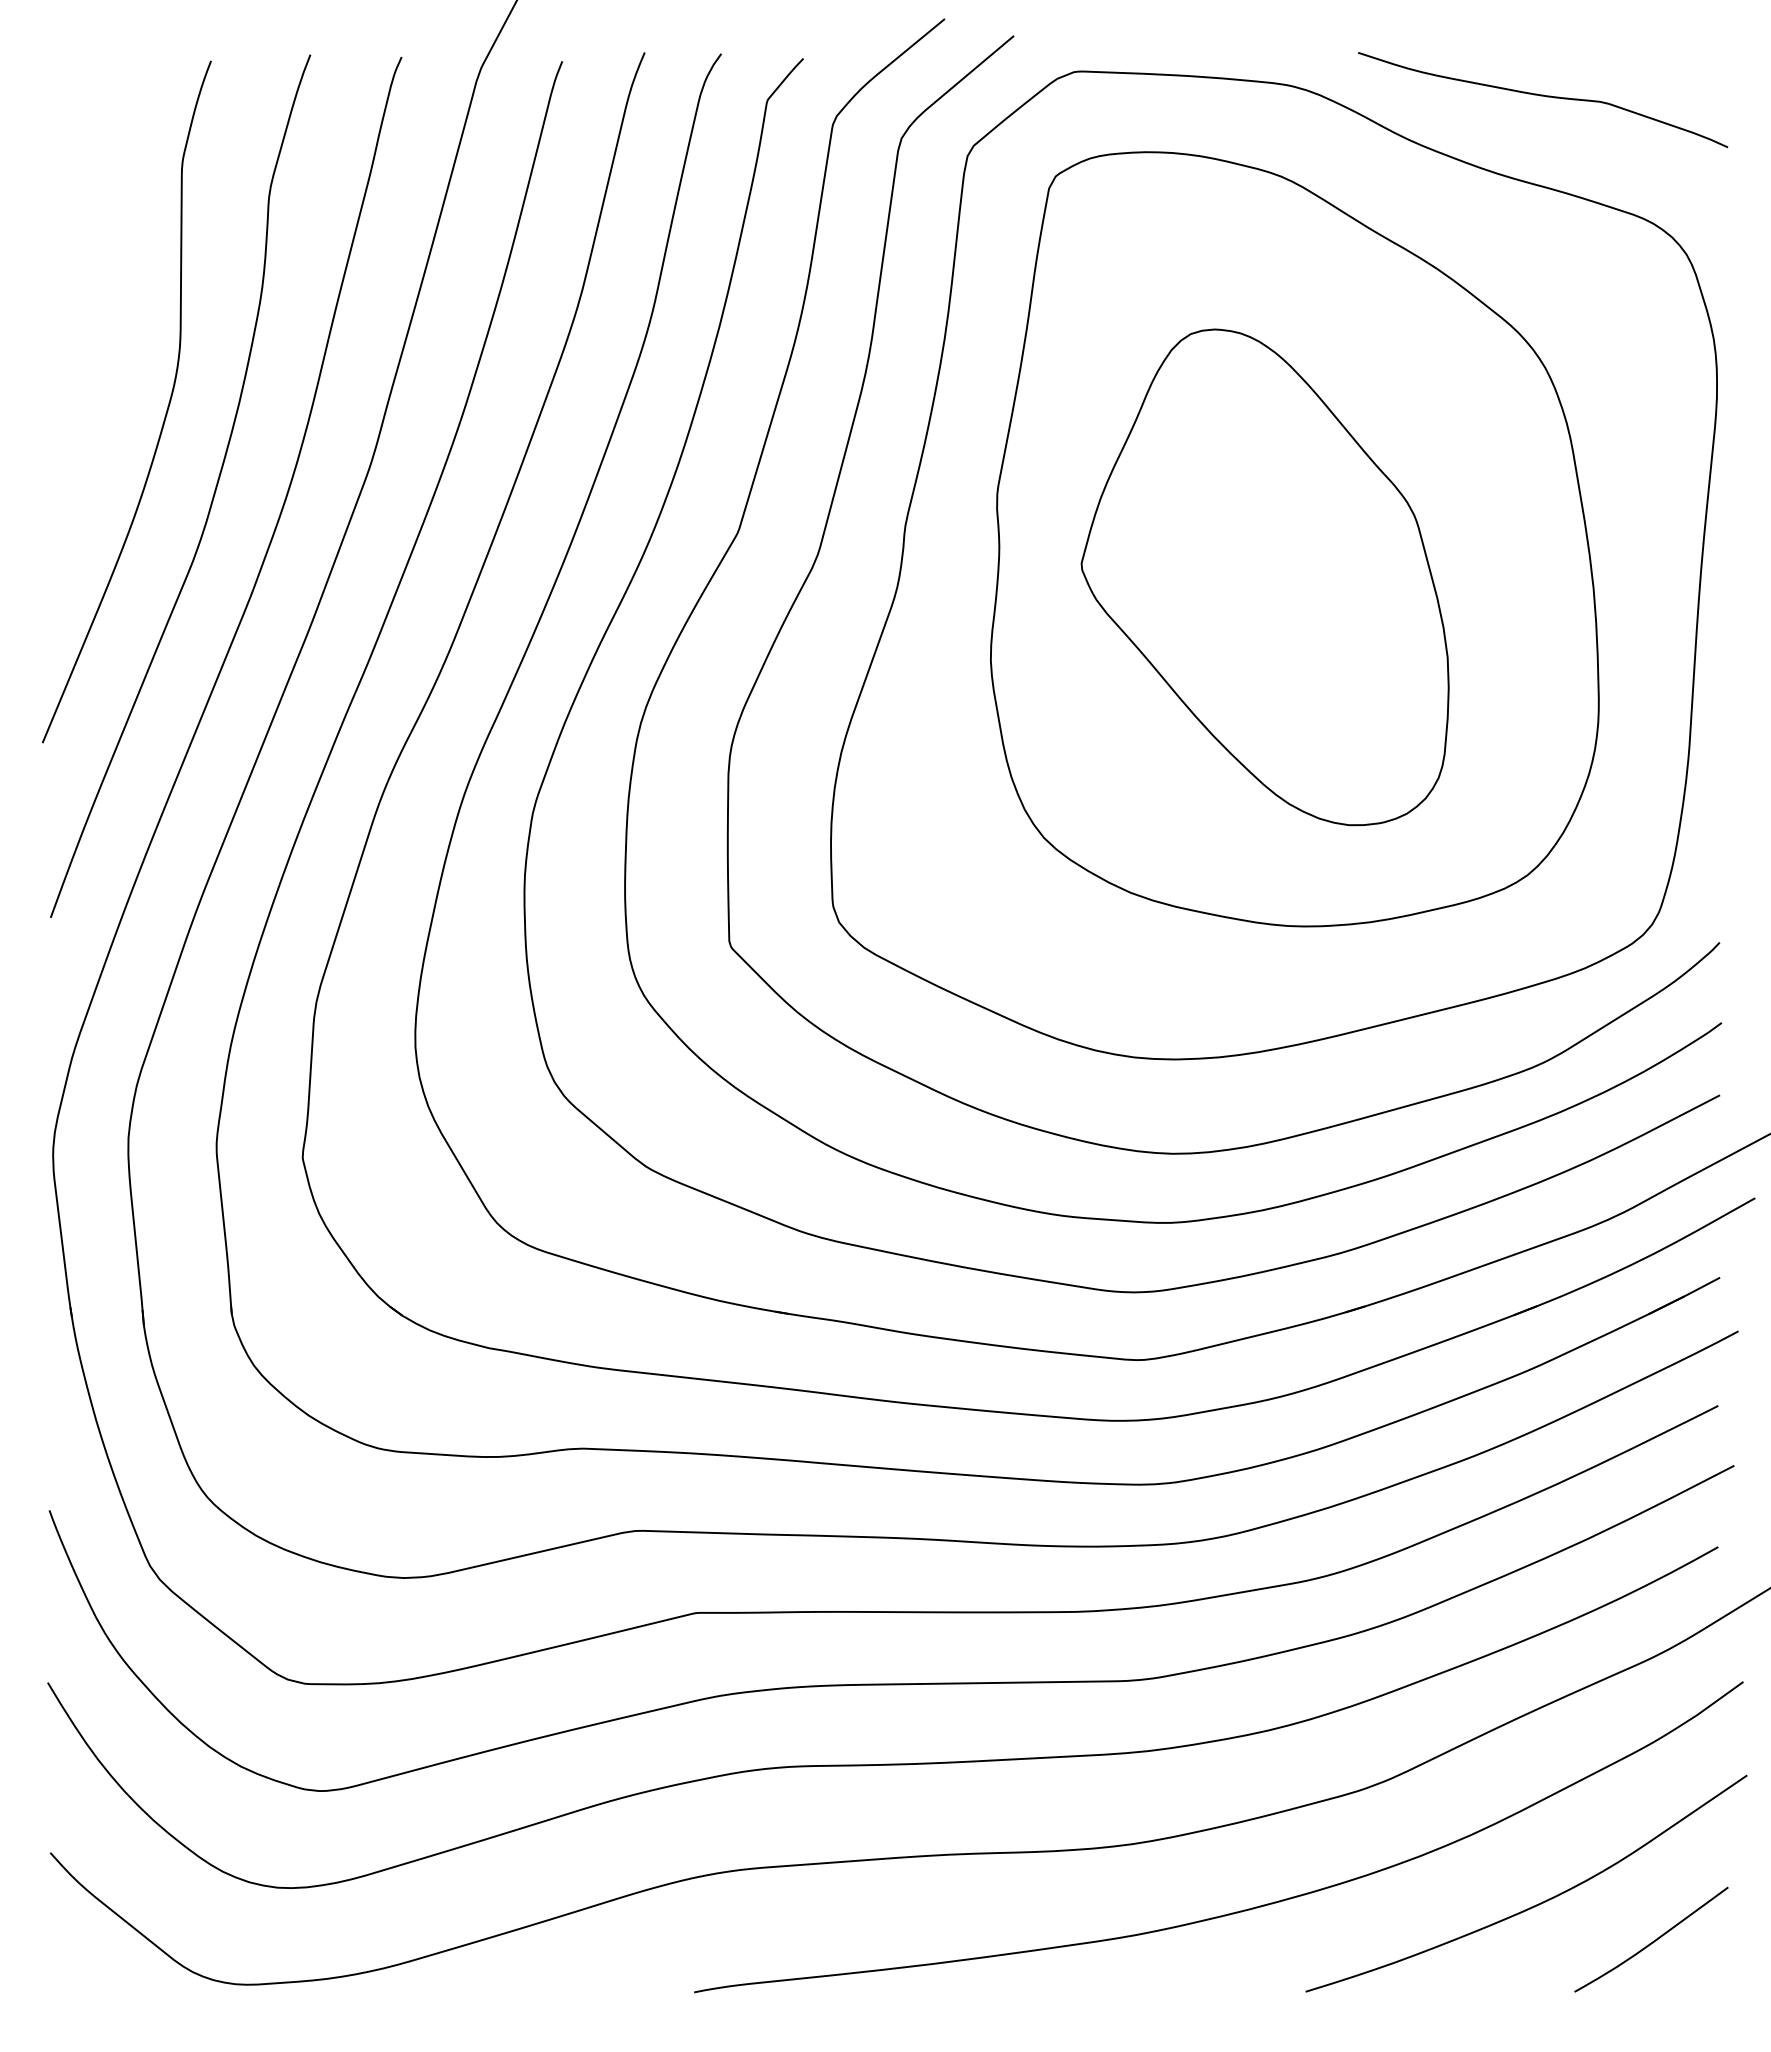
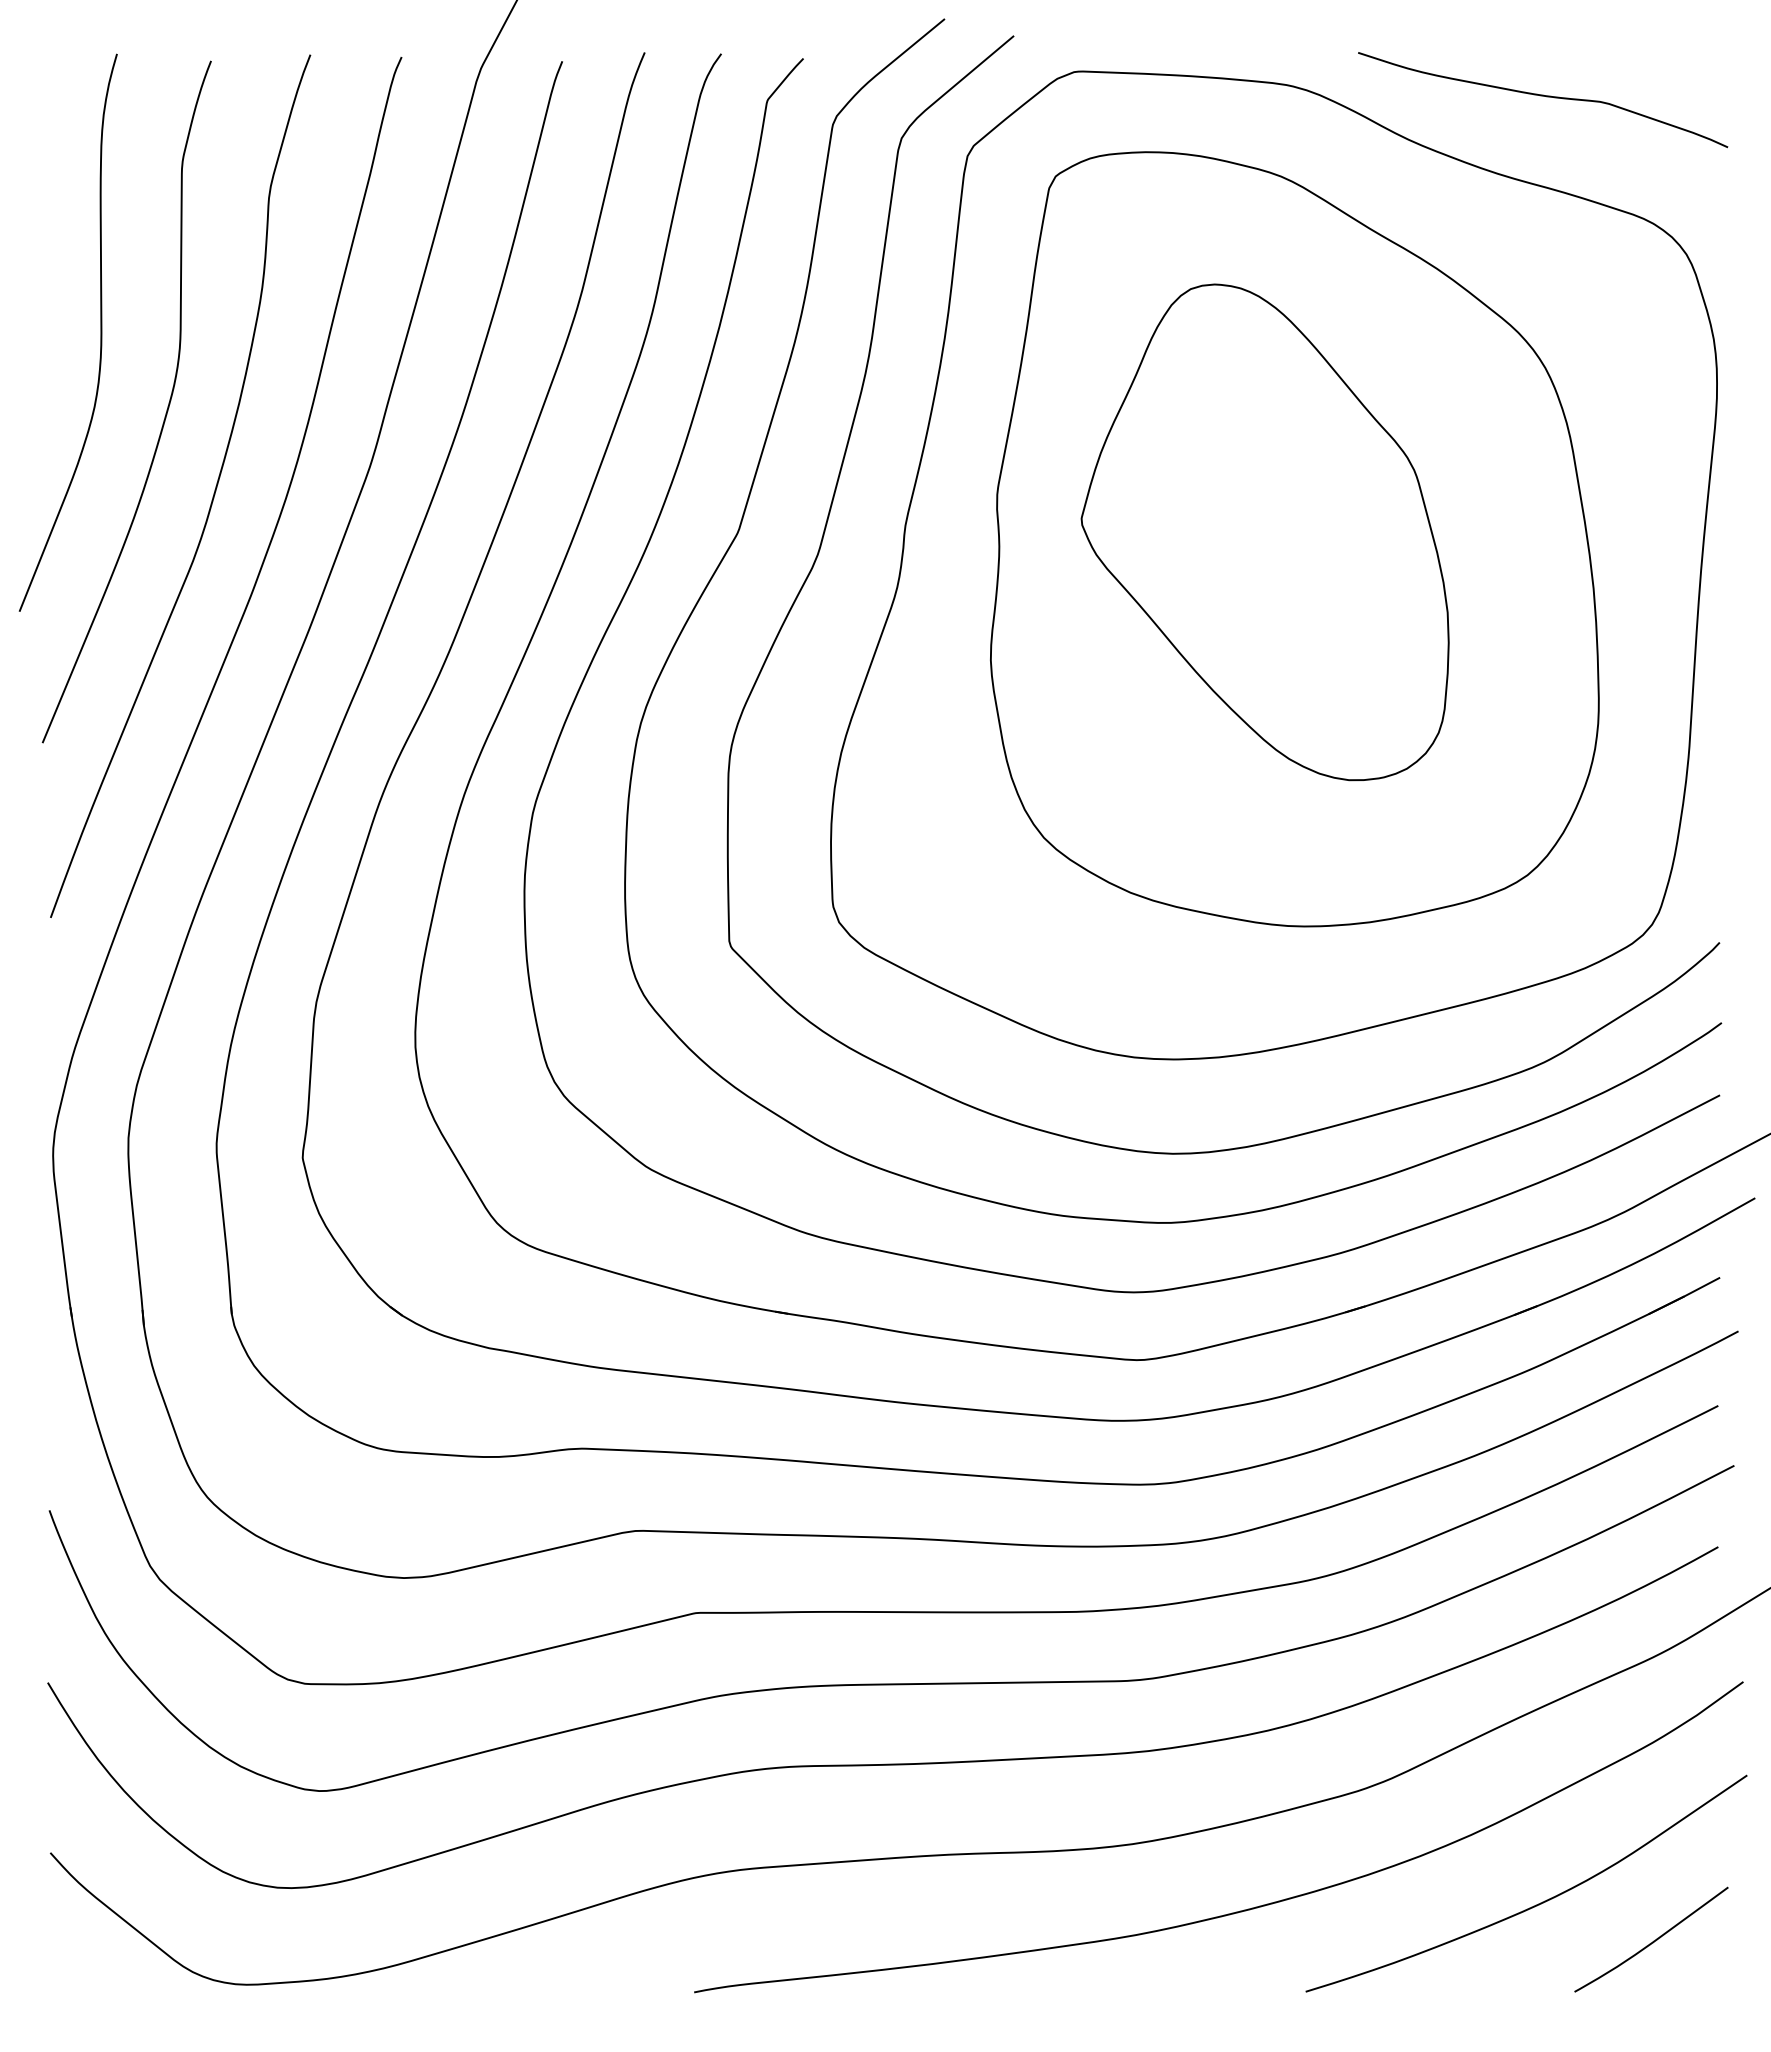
curve at (100, 332): none -> present
part at (1264, 577) position: (1264, 577) -> (1264, 532)
